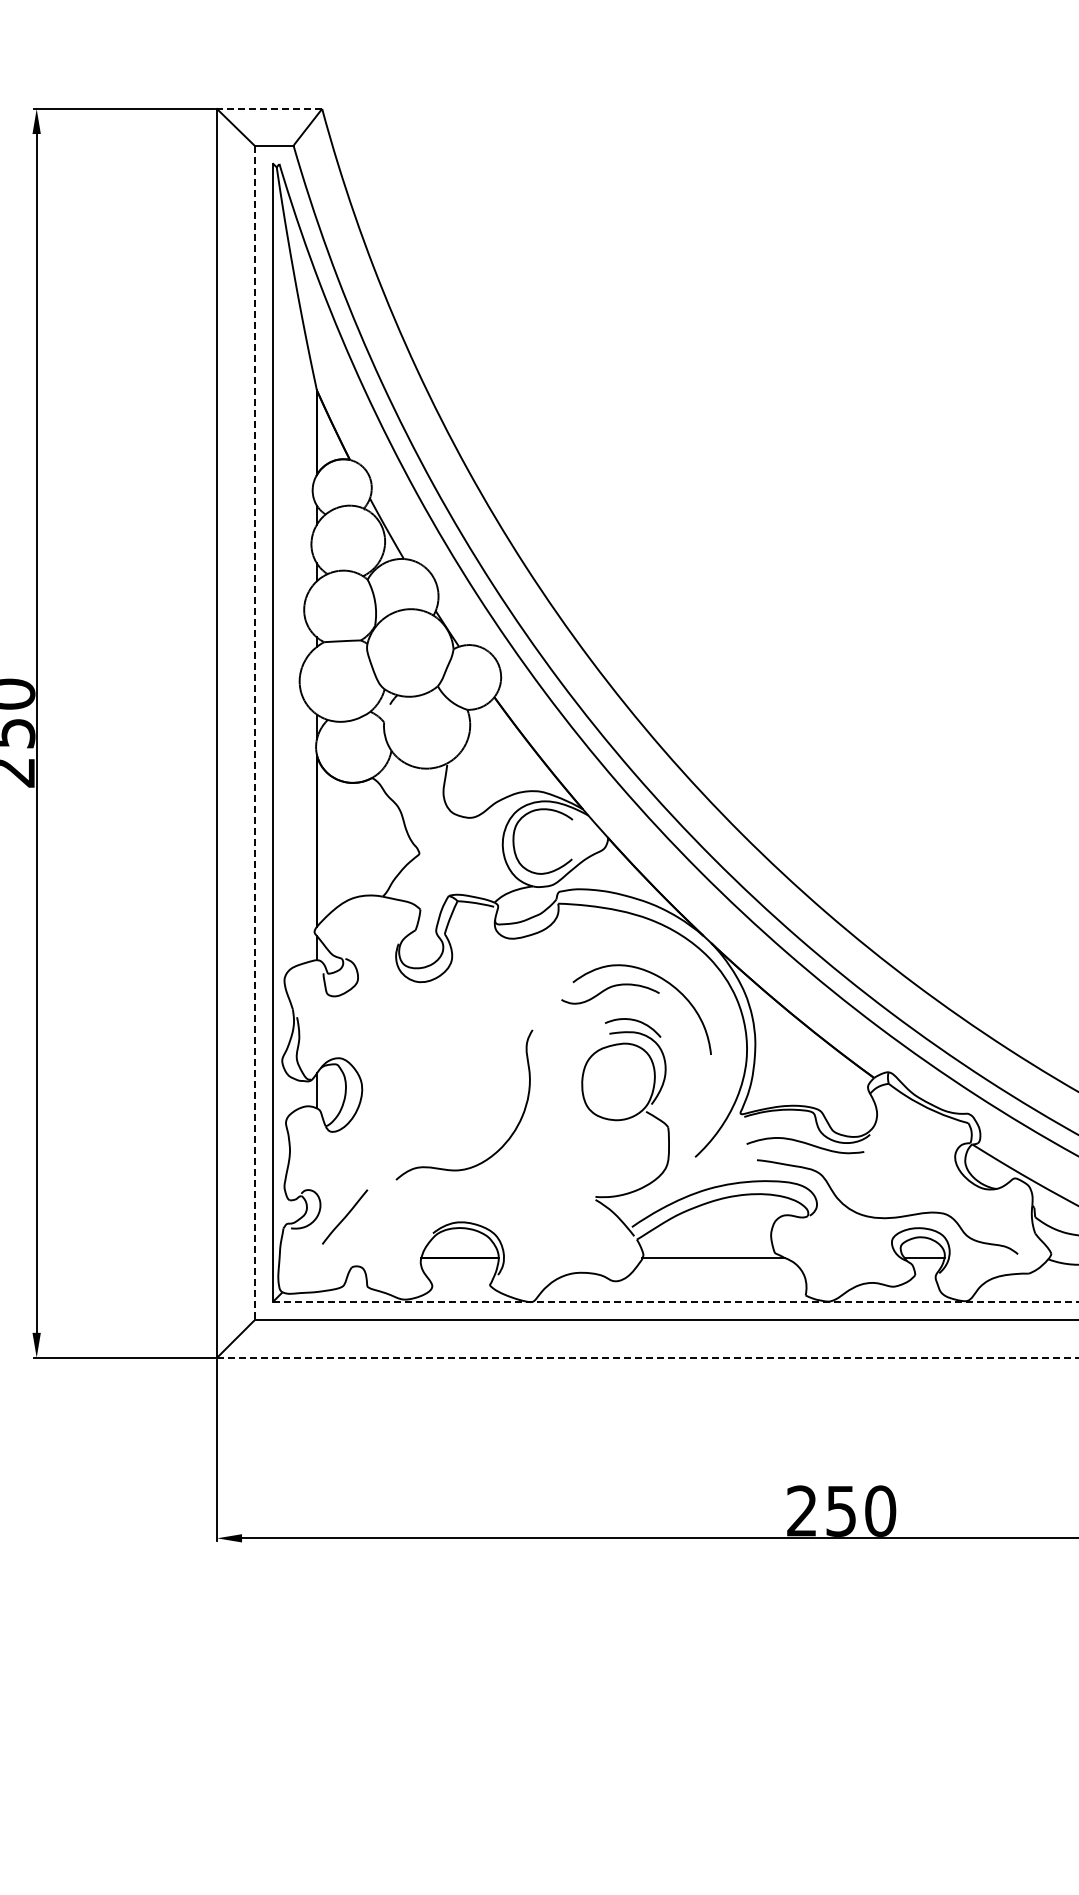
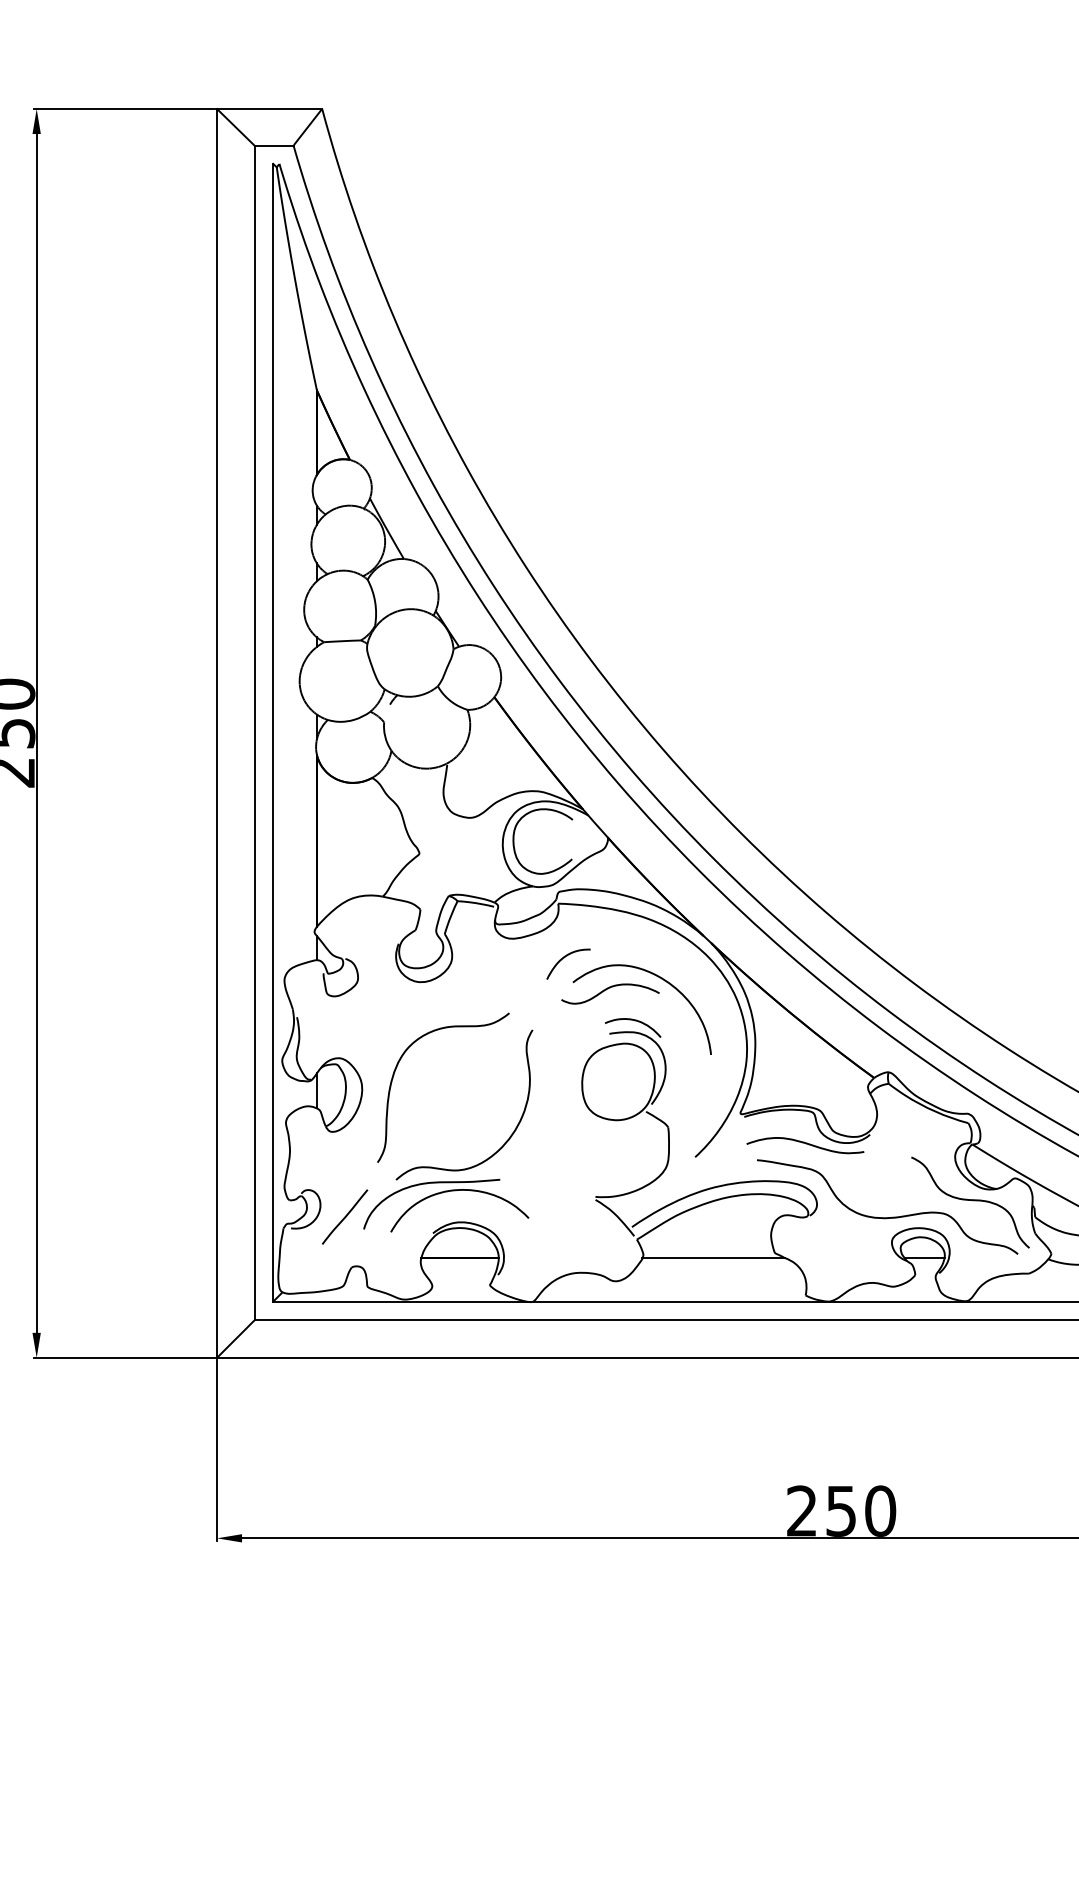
line at (269, 109): dashed -> solid
line at (254, 733): dashed -> solid
curve at (564, 958): none -> present
curve at (397, 1067): none -> present
part at (442, 1193): none -> present
curve at (970, 1200): none -> present
line at (676, 1301): dashed -> solid
line at (648, 1357): dashed -> solid
